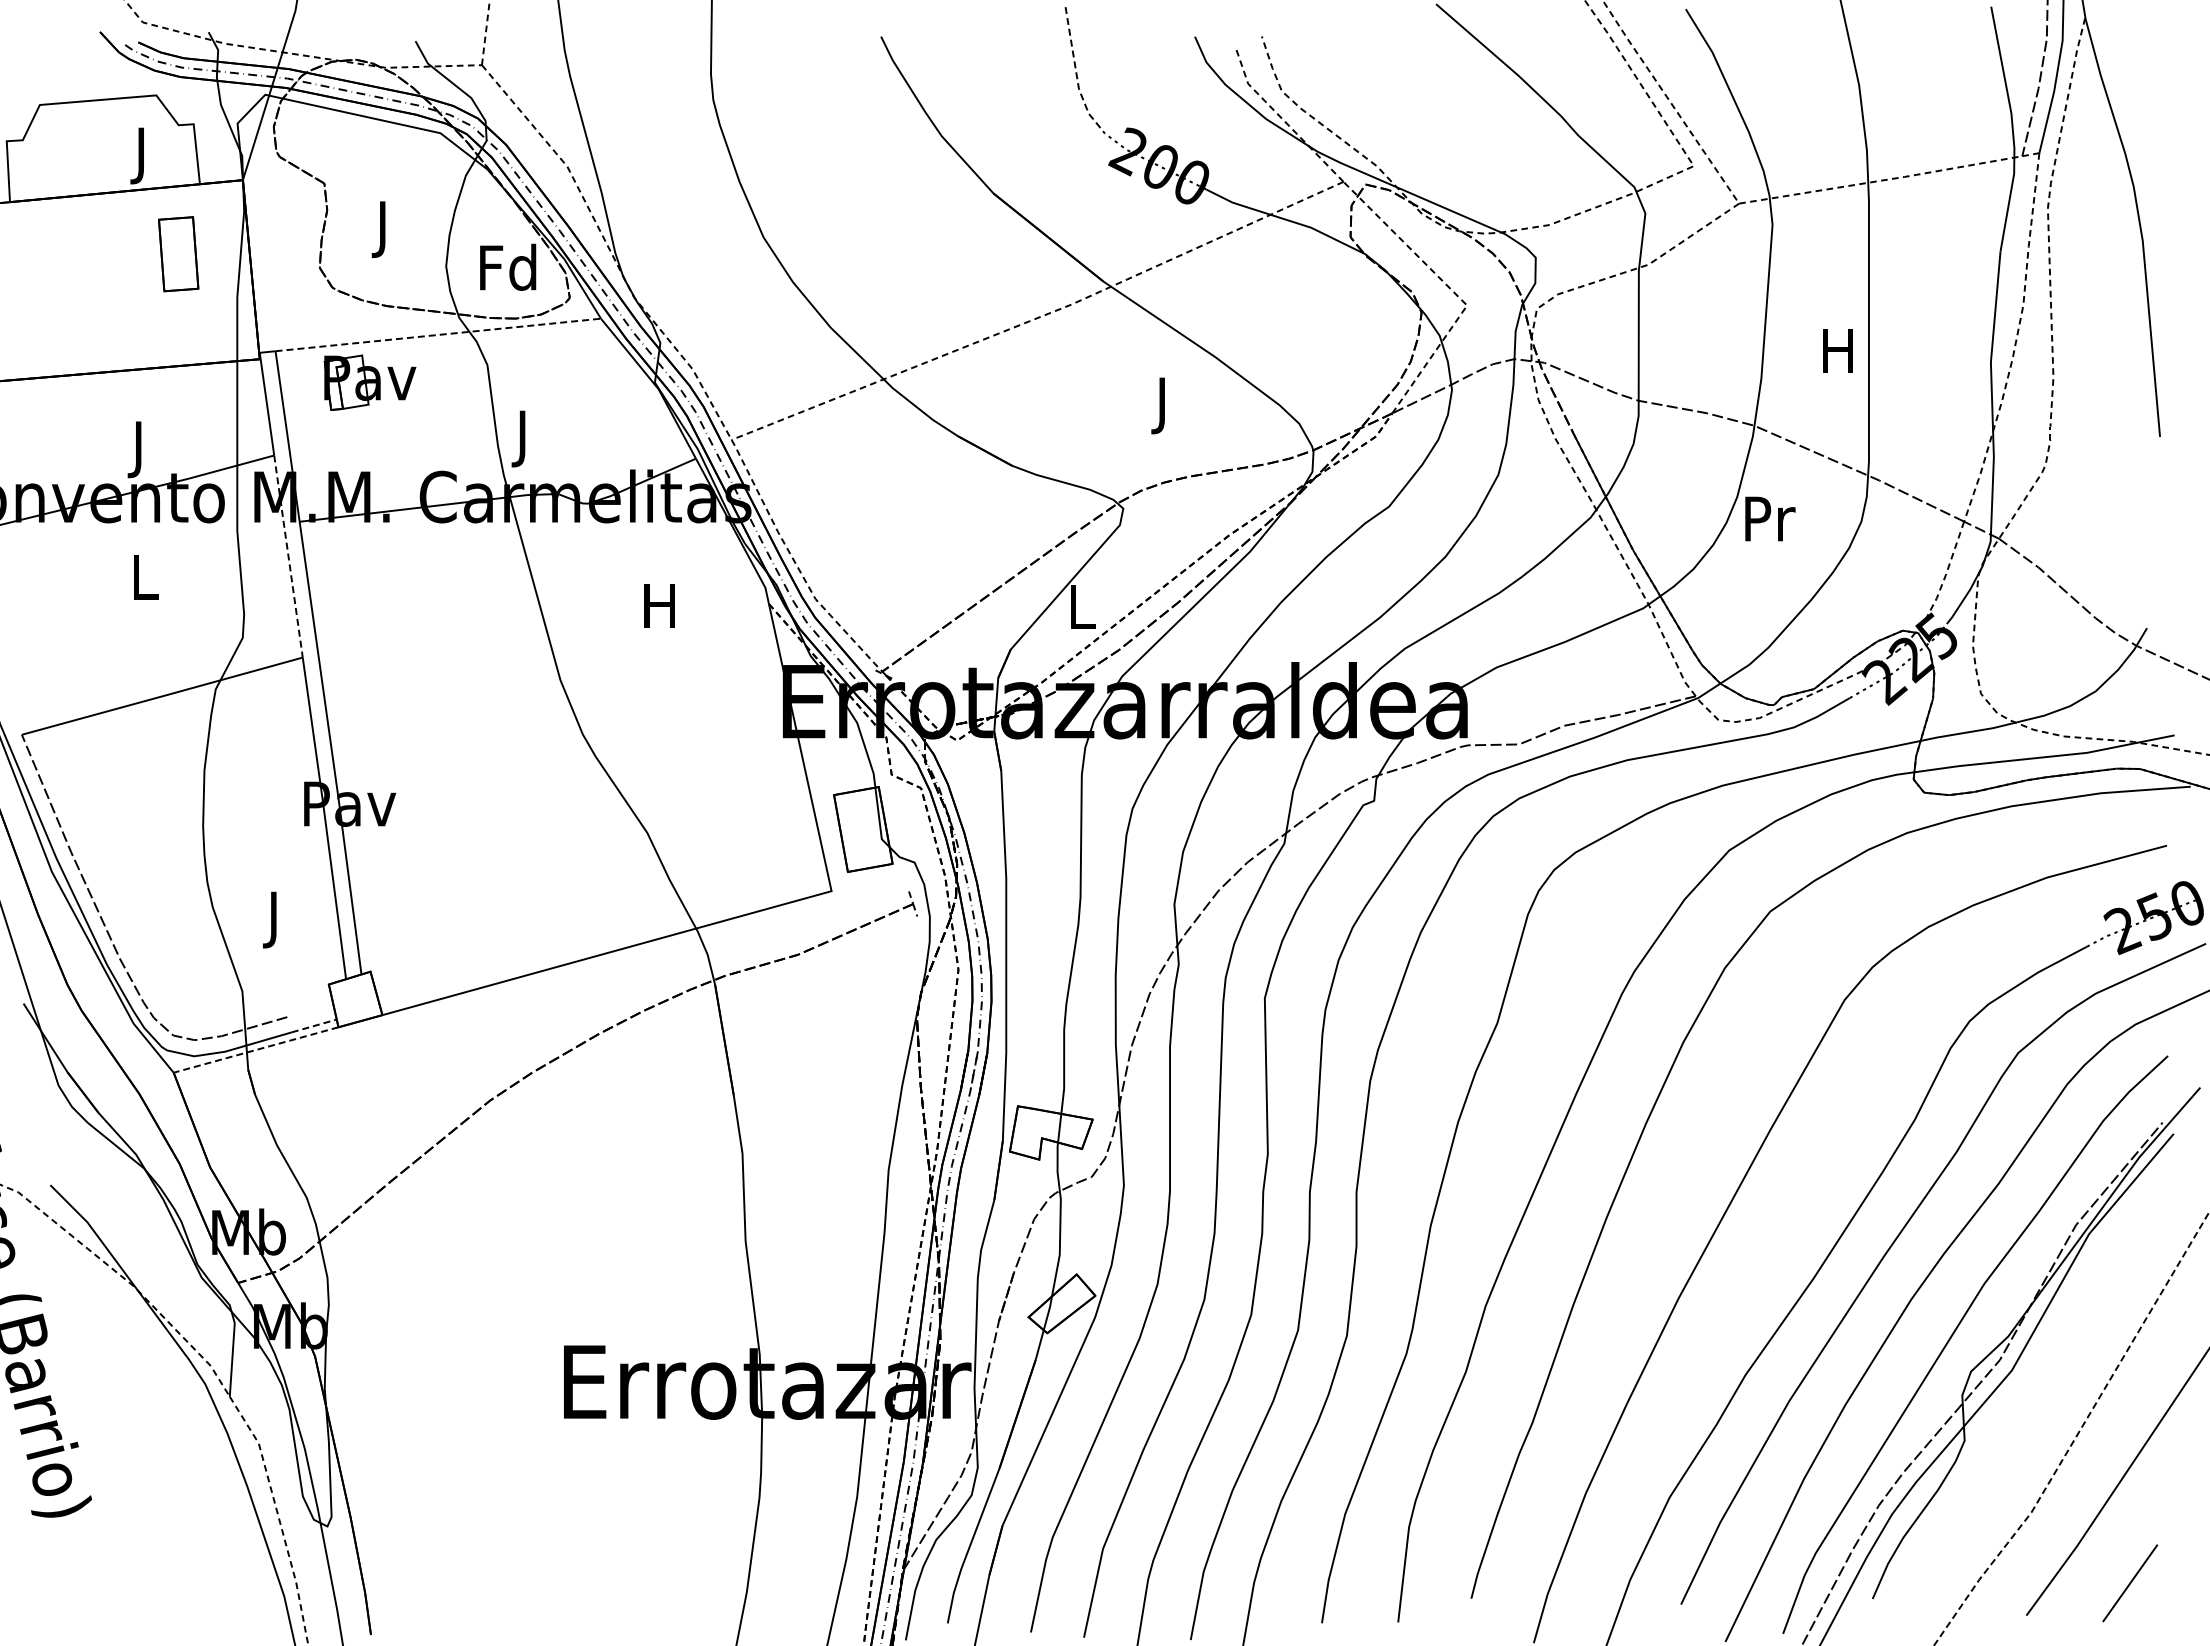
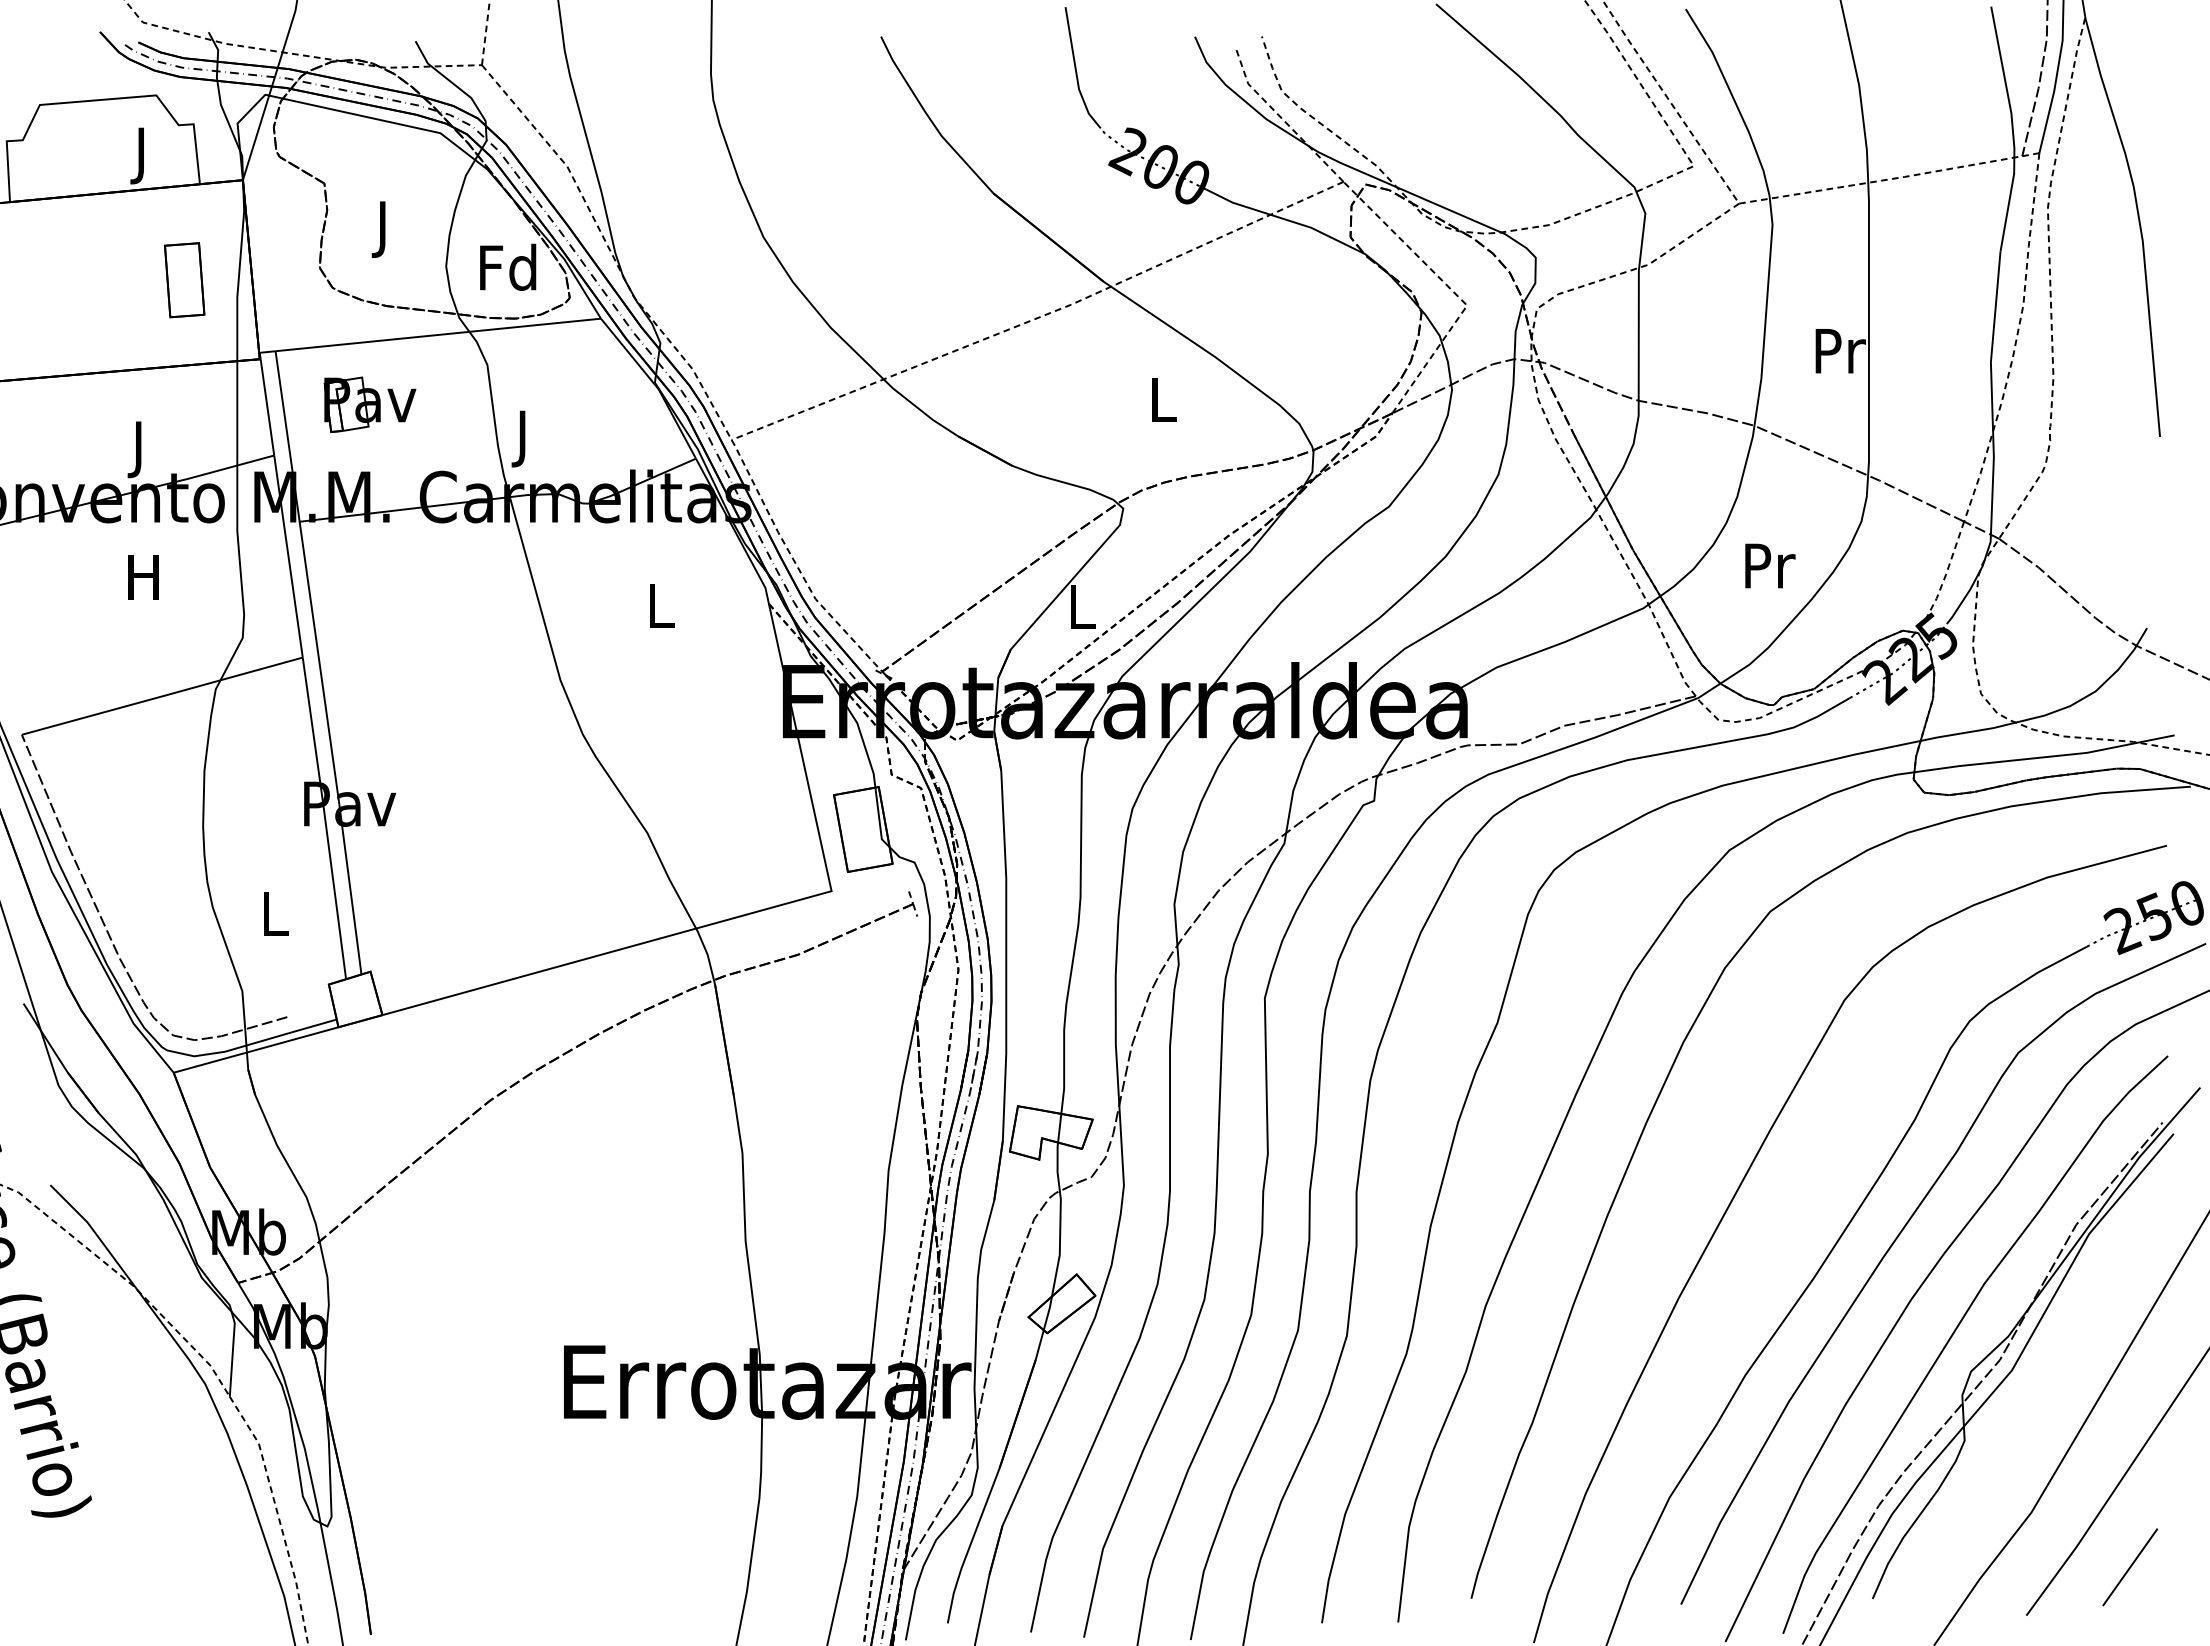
line at (1076, 71): dashed -> solid
part at (178, 254) position: (178, 254) -> (184, 280)
line at (438, 334): dashed -> solid
text at (1840, 351): H -> Pr
part at (369, 382) position: (369, 382) -> (369, 404)
text at (1163, 405): J -> L
text at (1770, 518) position: (1770, 518) -> (1770, 565)
line at (288, 557): dashed -> solid
text at (143, 577): L -> H
text at (659, 605): H -> L
text at (275, 919): J -> L
line at (314, 1025): dashed -> solid
line at (255, 1050): dashed -> solid
line at (2077, 1434): dashed -> solid
line at (2130, 1583) position: (2130, 1583) -> (2130, 1567)
